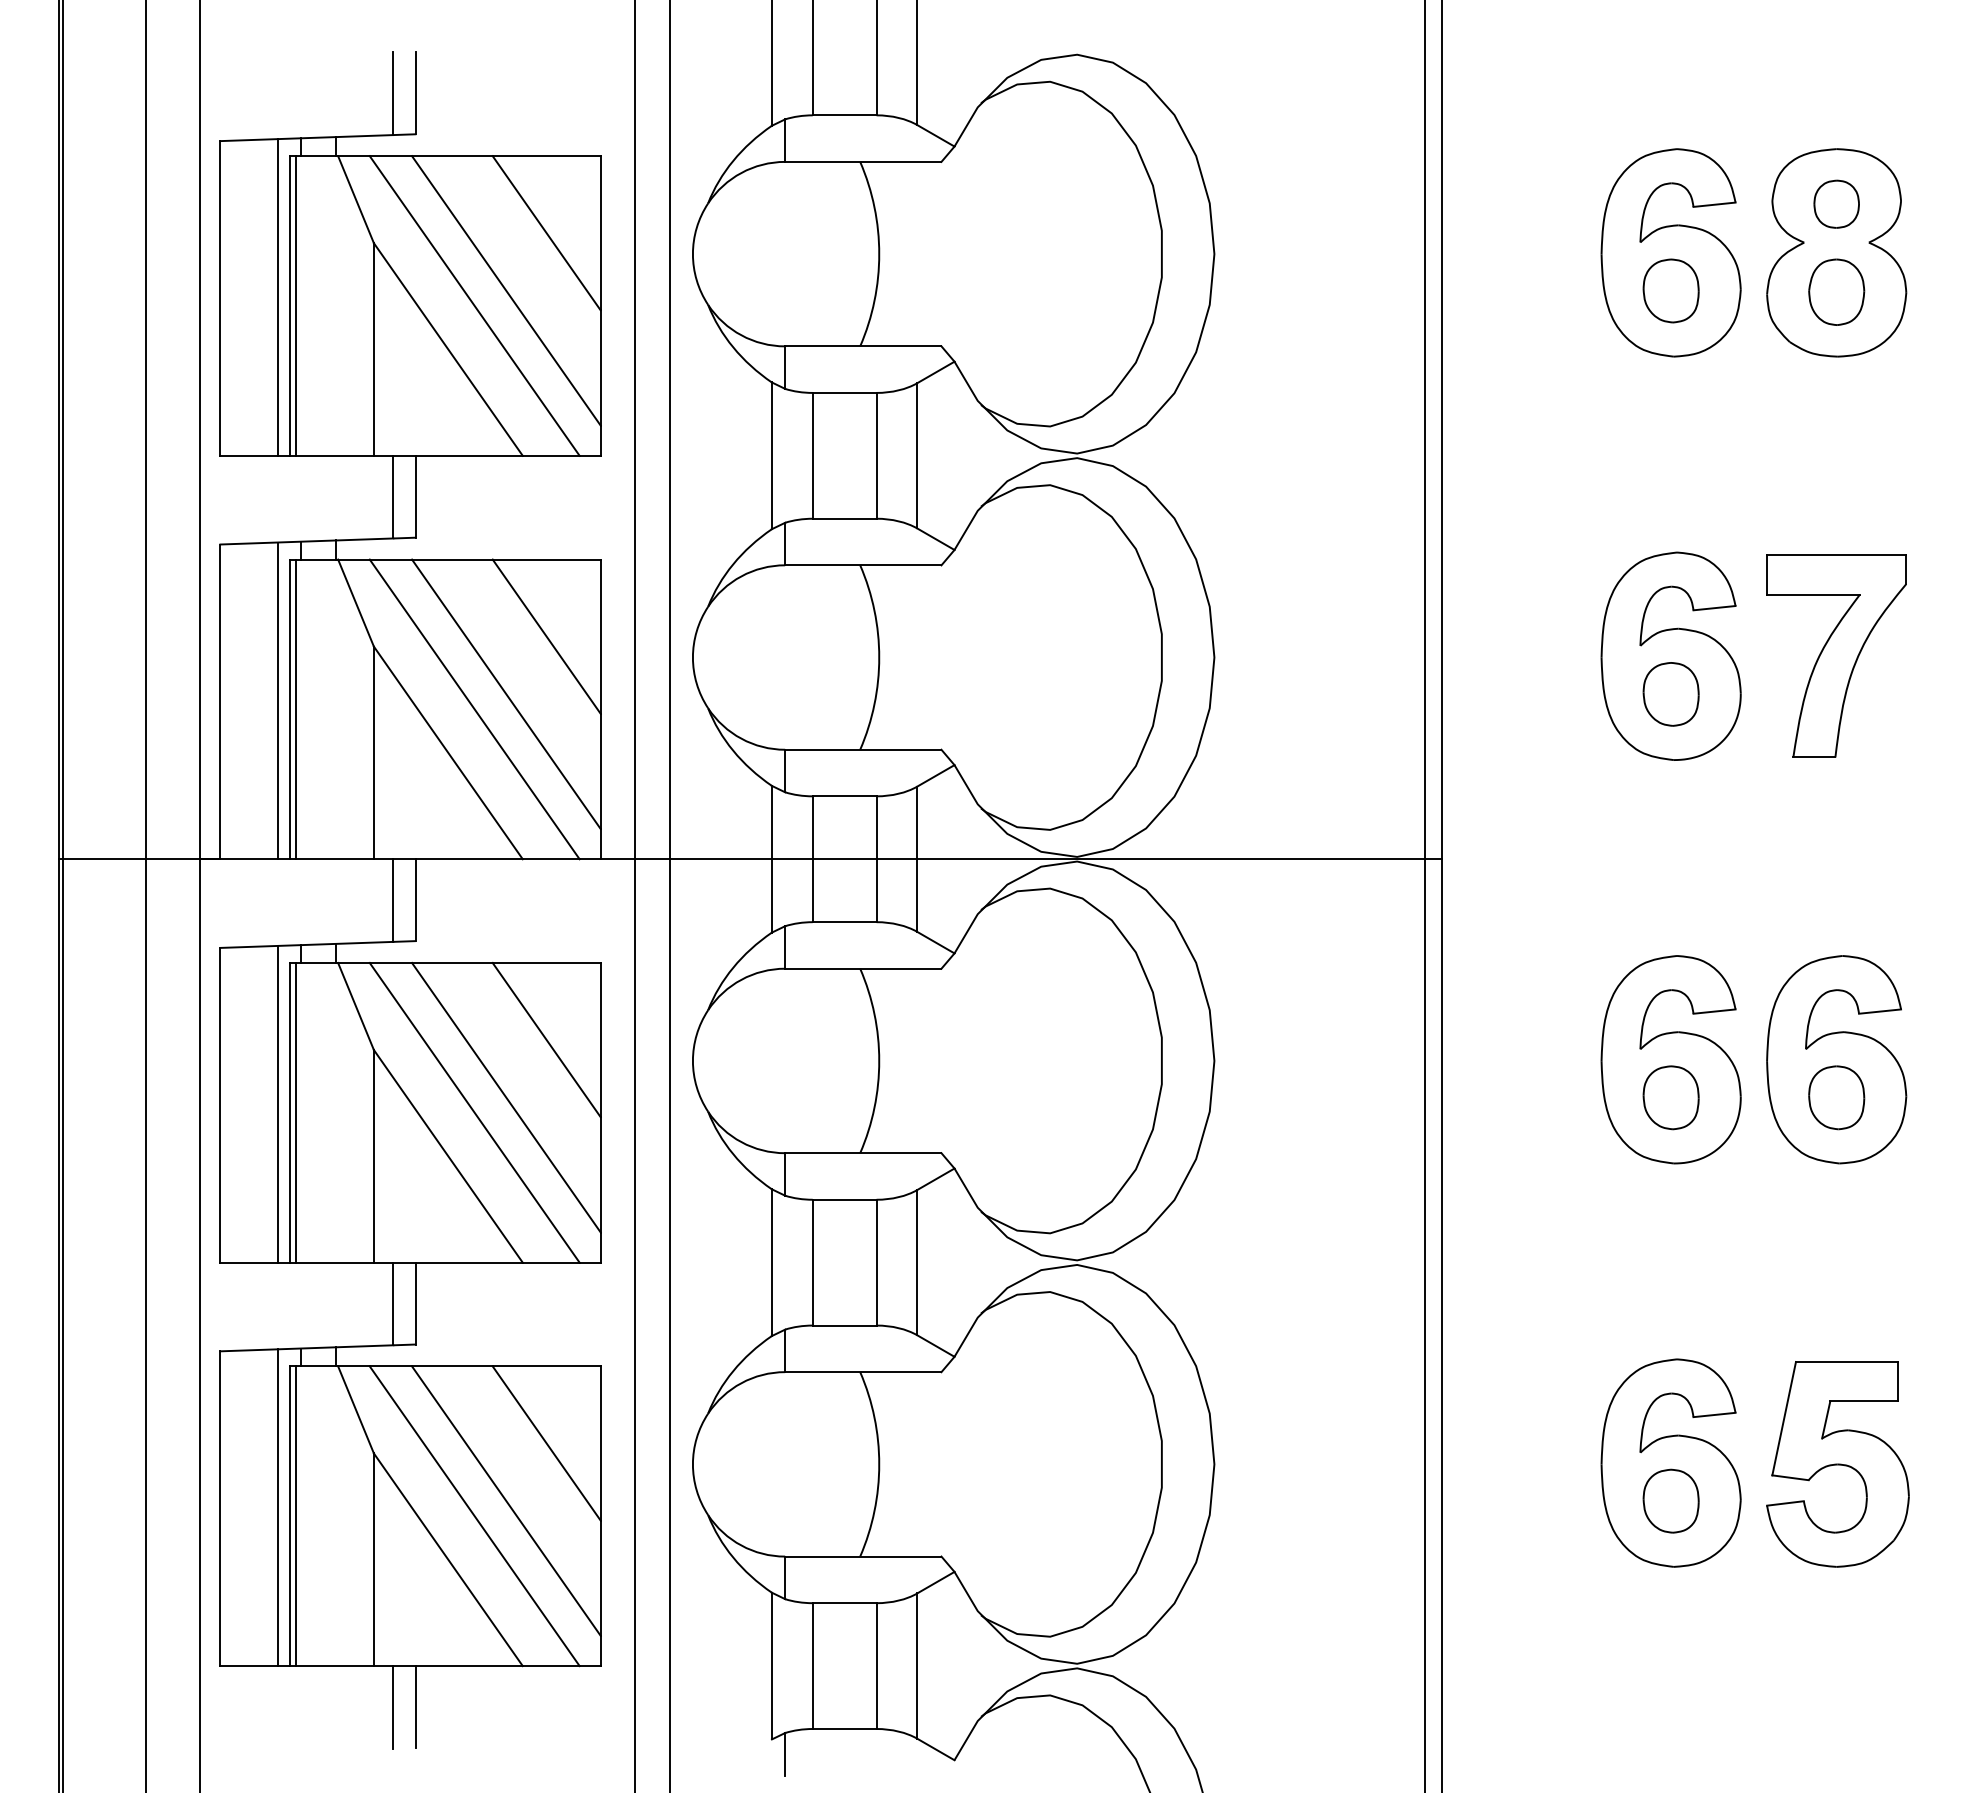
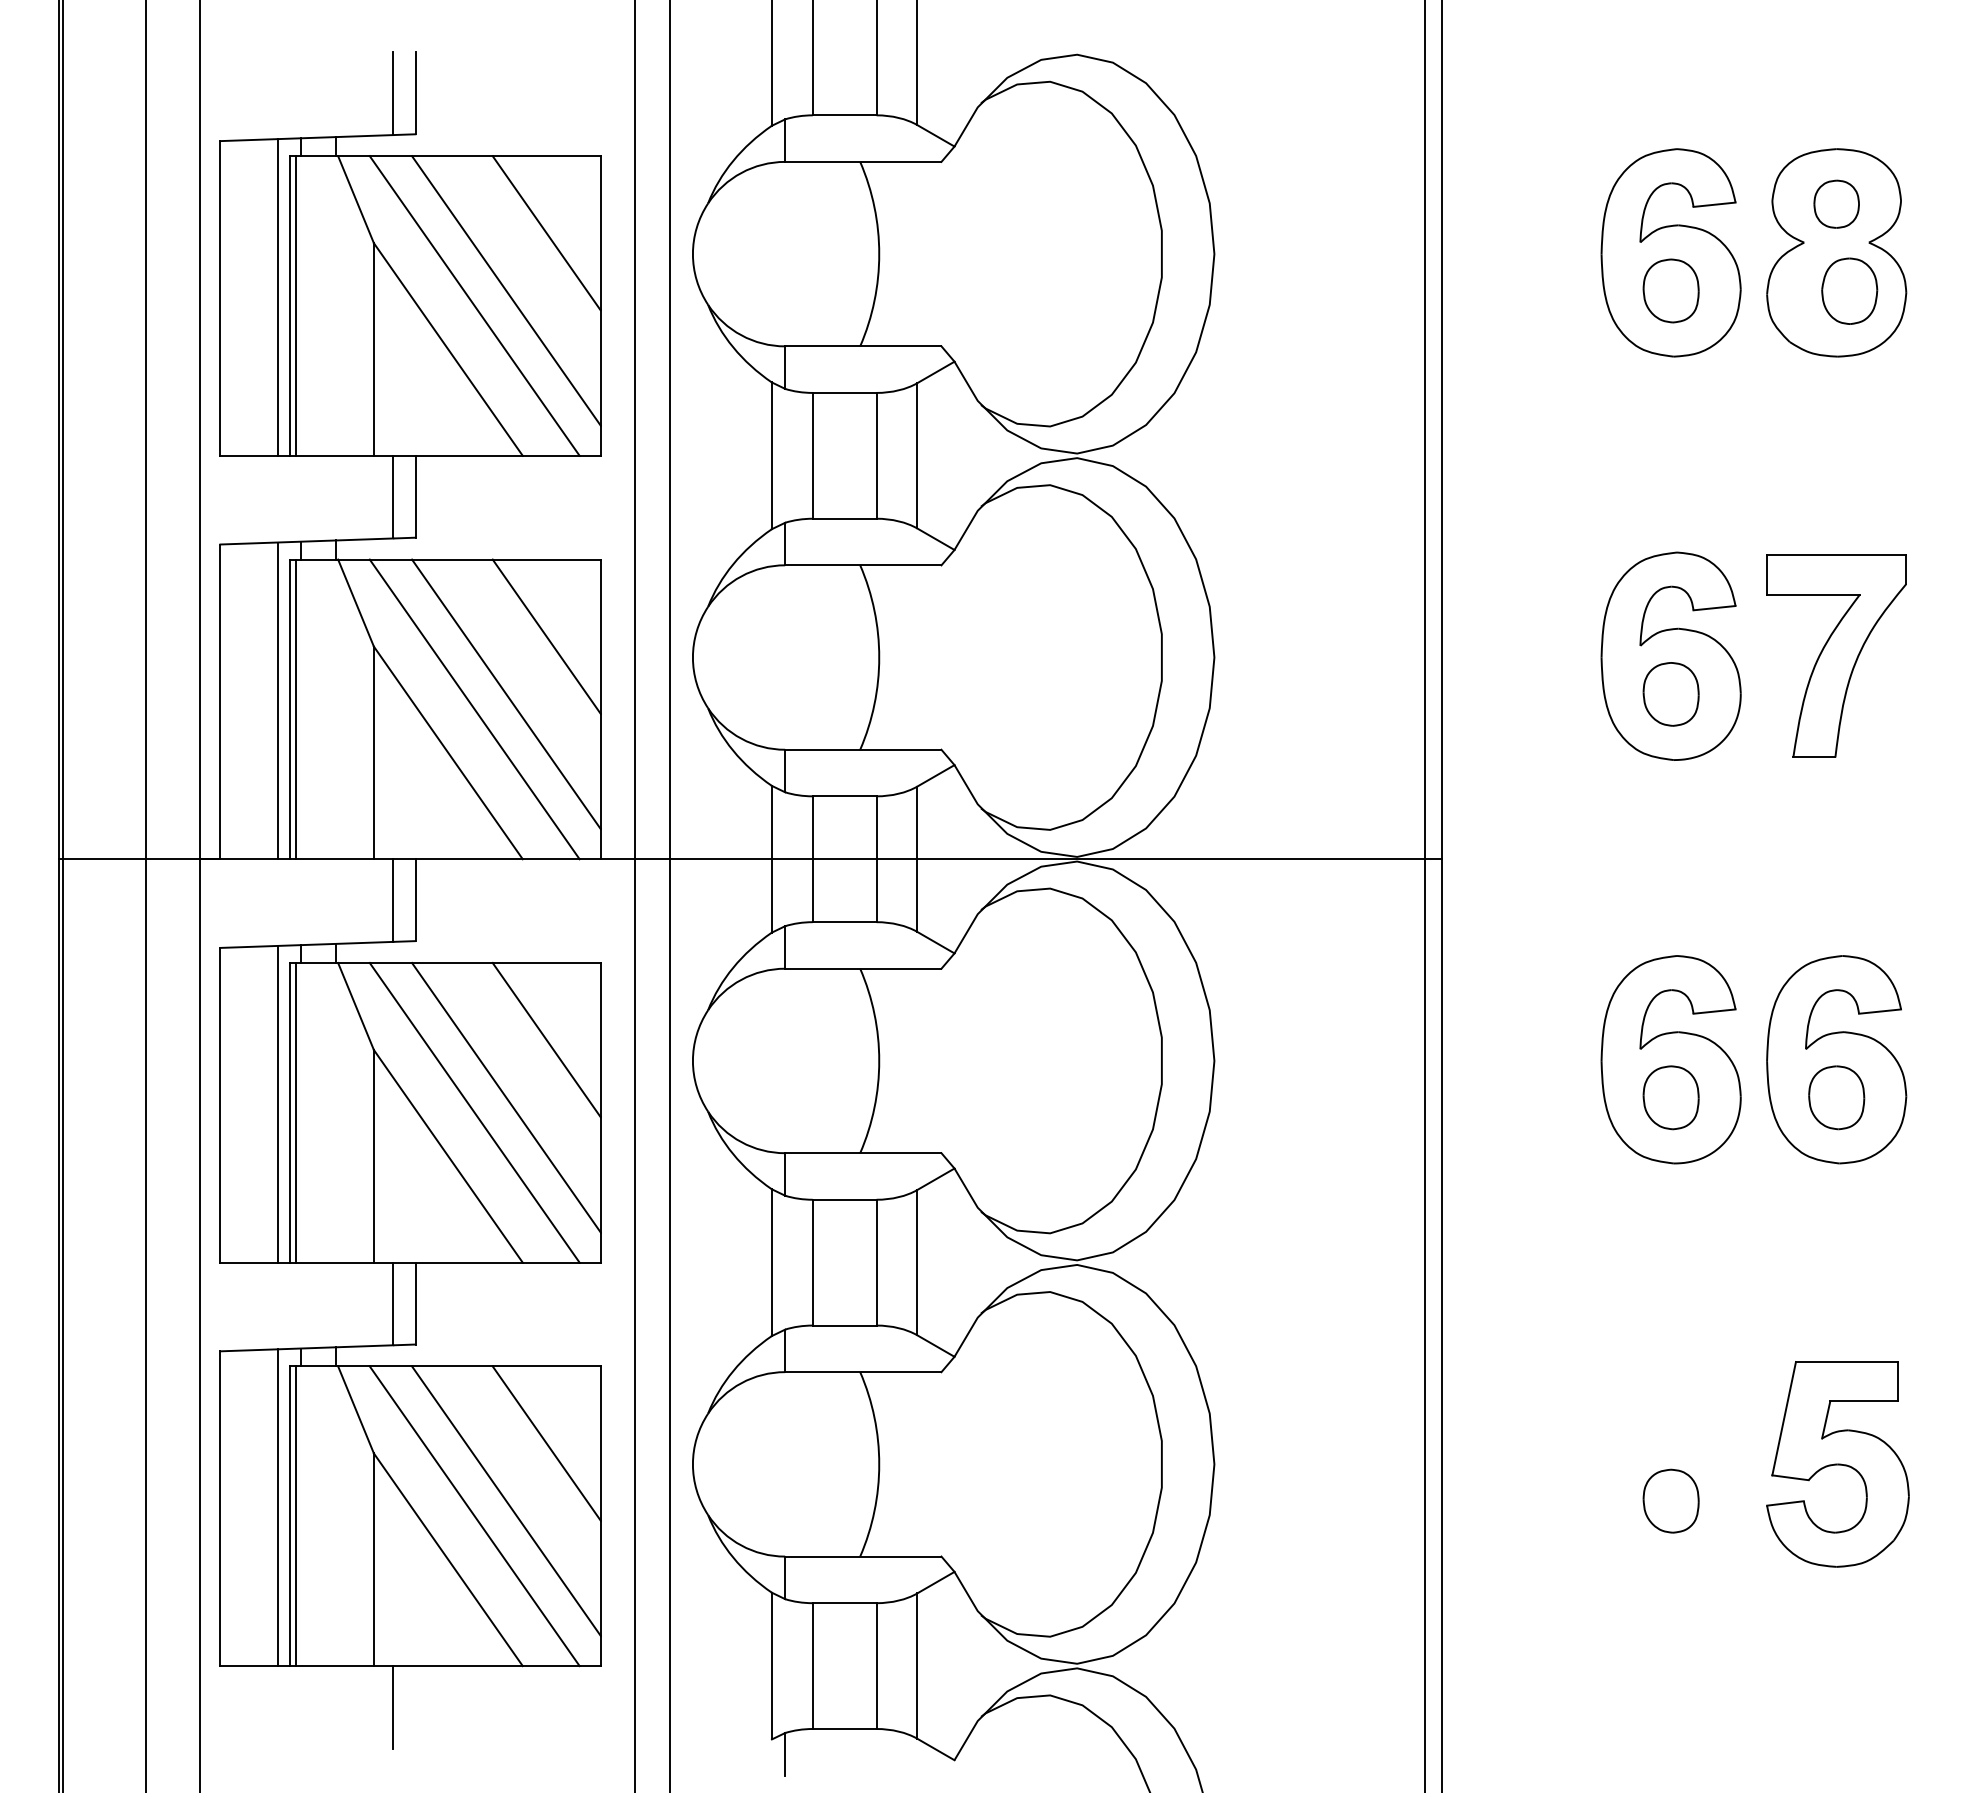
part at (1836, 291) position: (1836, 291) -> (1849, 290)
part at (1670, 1462): present -> none
line at (416, 1706): present -> none
